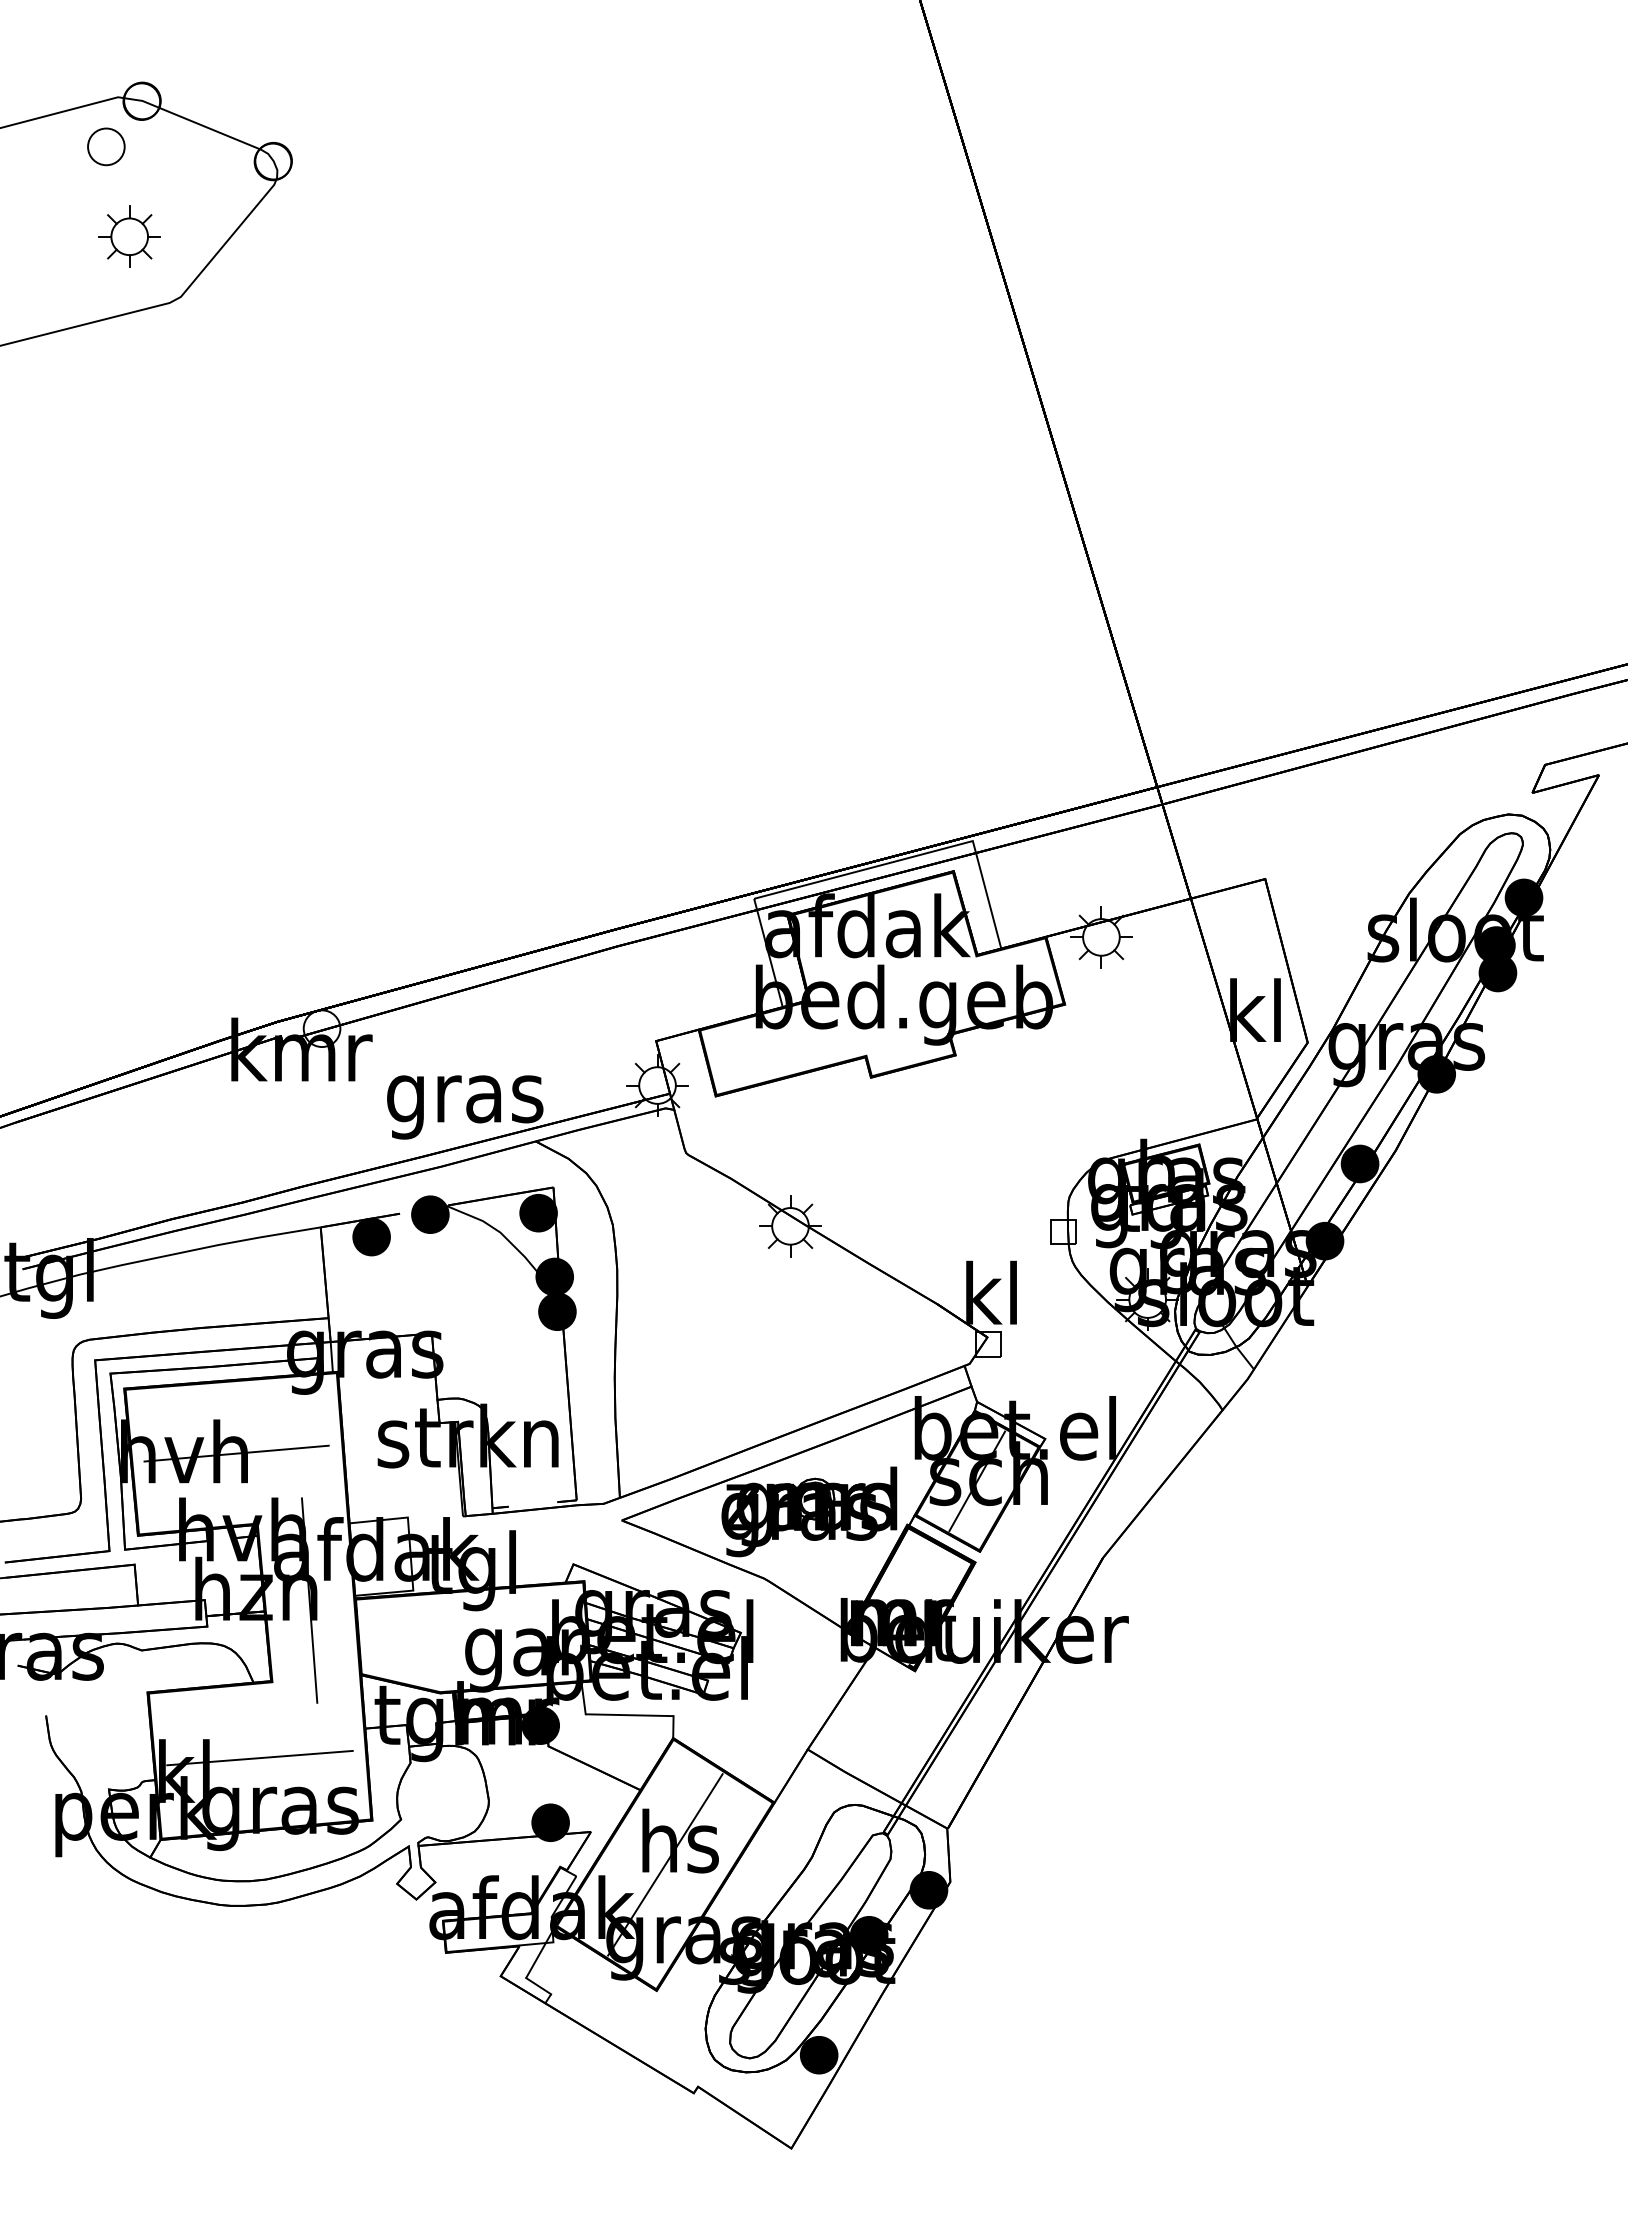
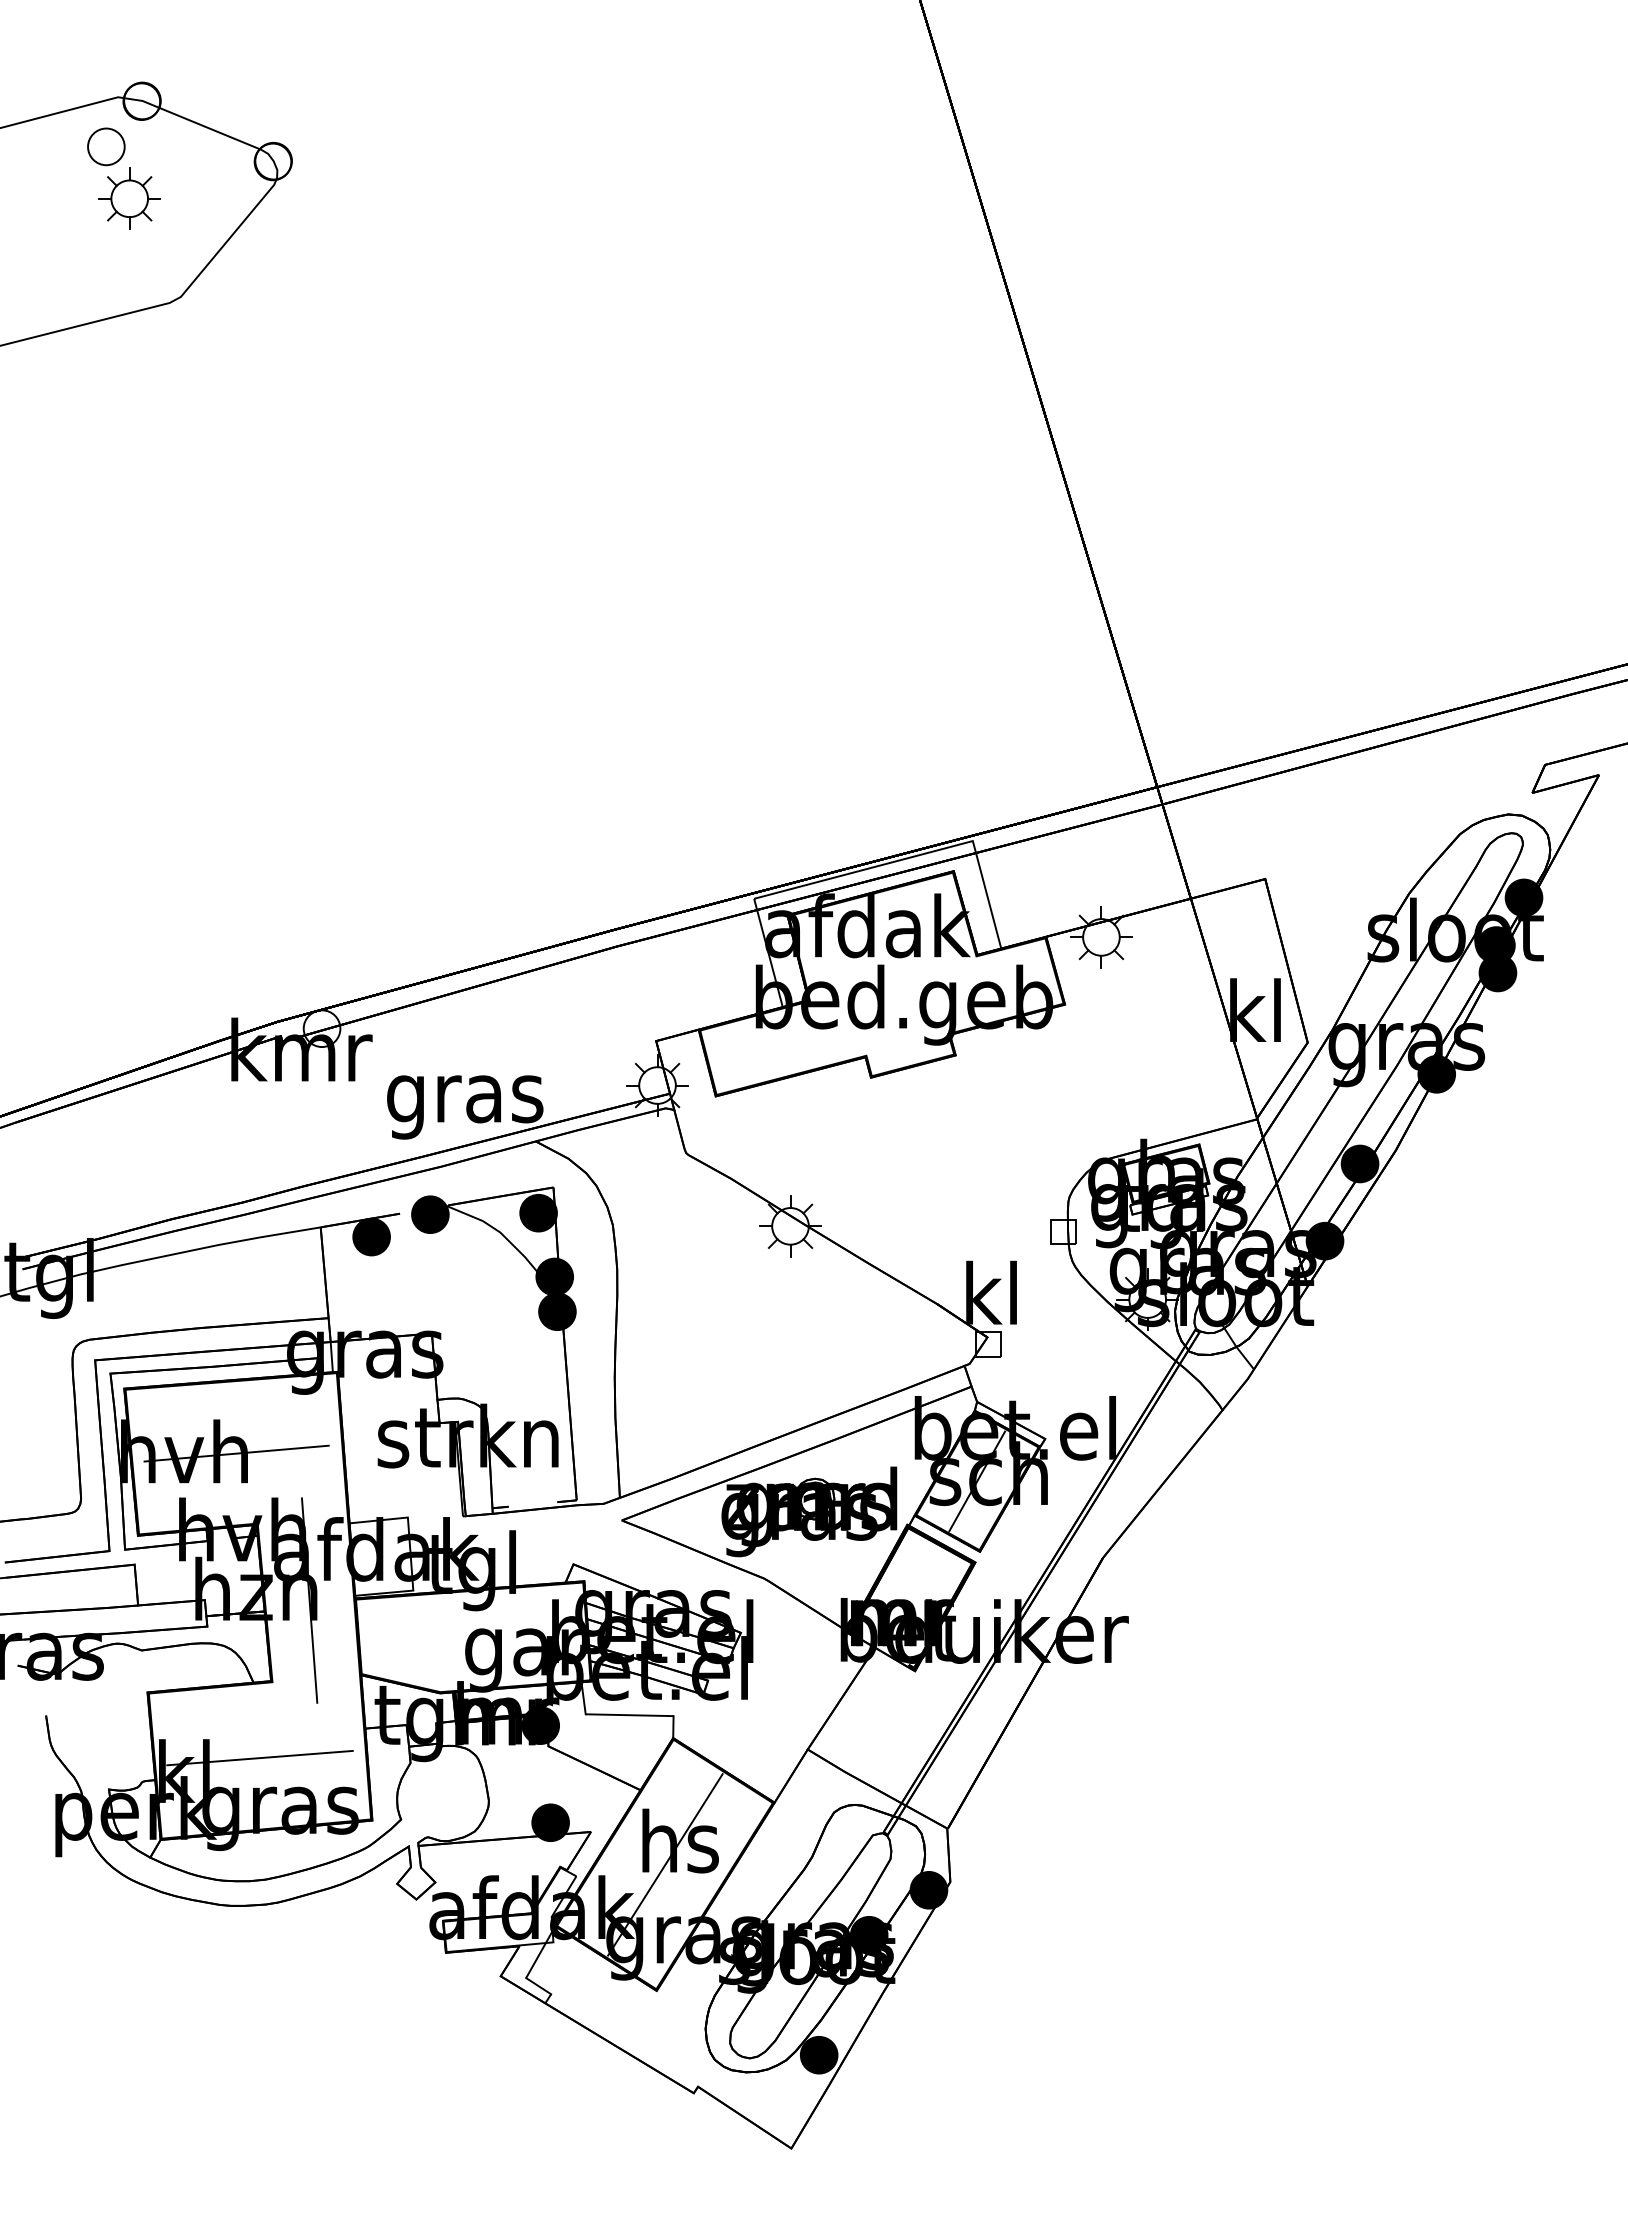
part at (129, 236) position: (129, 236) -> (129, 198)
